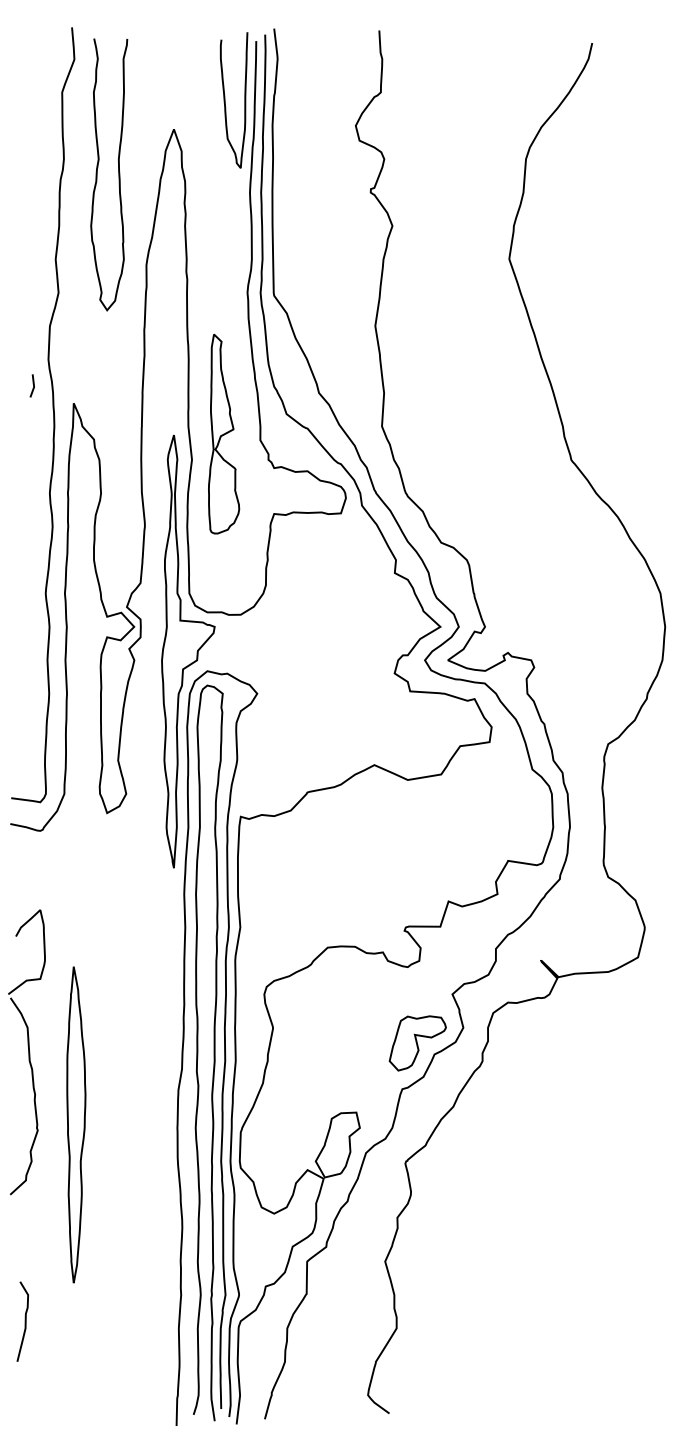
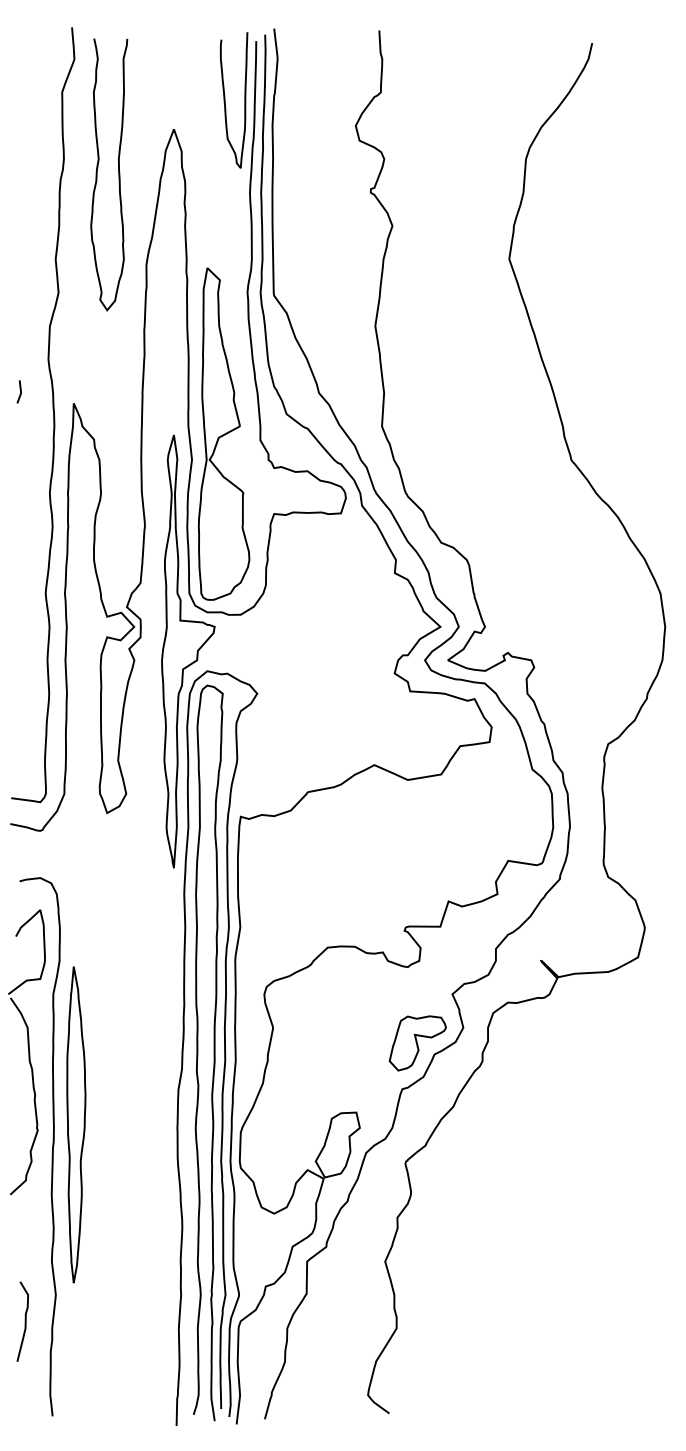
line at (33, 385) position: (33, 385) -> (20, 391)
part at (224, 433) size: 33x202 px -> 54x334 px
curve at (52, 1146): none -> present
